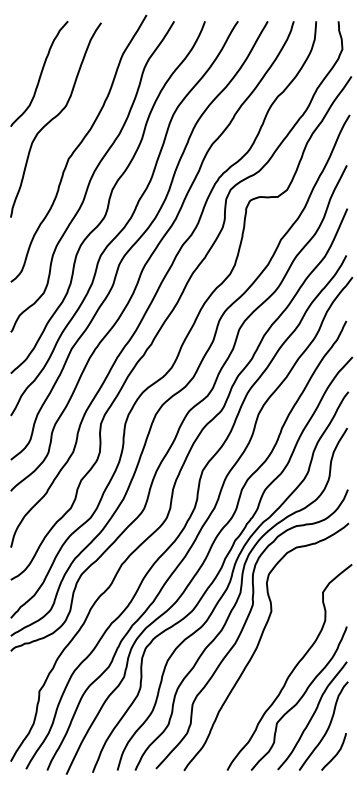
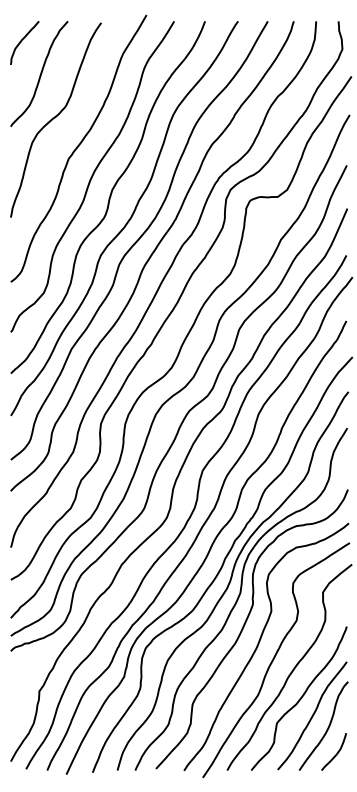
curve at (22, 41): none -> present
curve at (274, 659): none -> present
